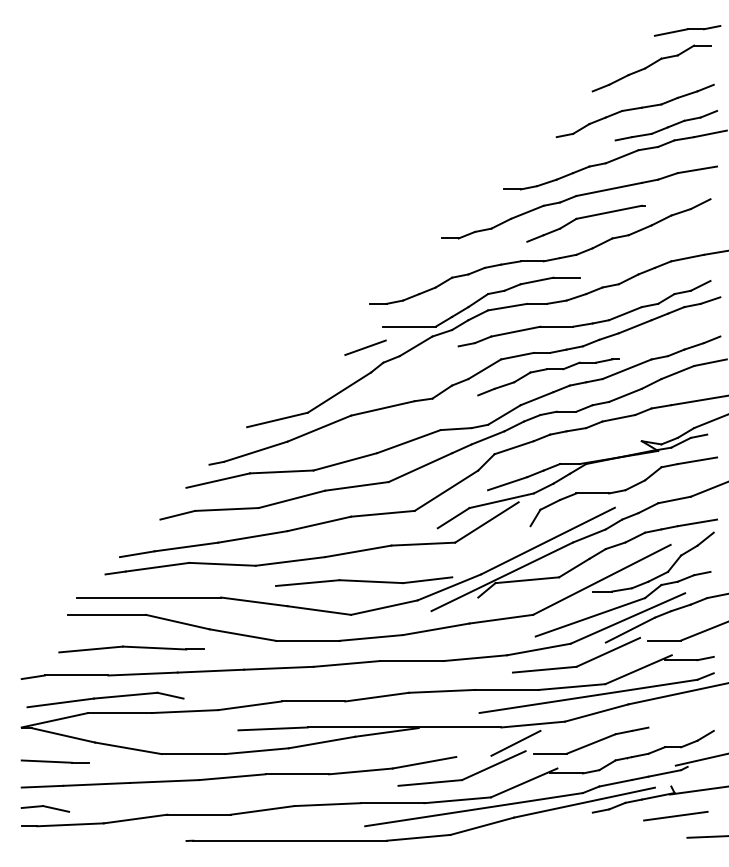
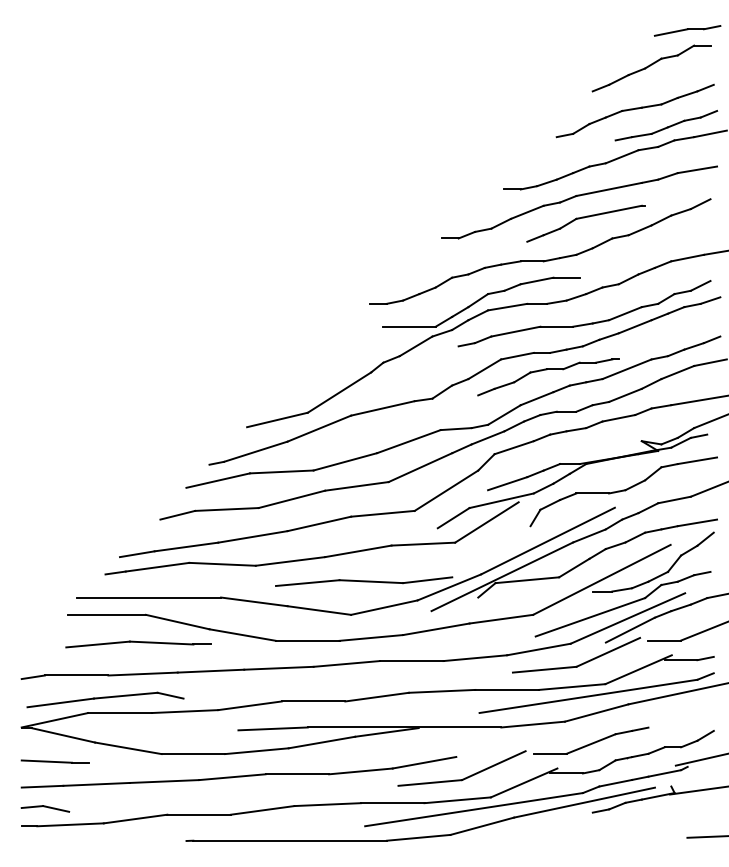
line at (365, 347): present -> none
part at (131, 649) position: (131, 649) -> (138, 644)
line at (515, 742): present -> none
line at (675, 815): present -> none
